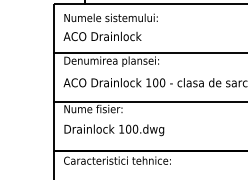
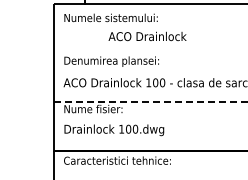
text at (102, 36) position: (102, 36) -> (147, 36)
line at (148, 52): present -> none
line at (150, 101): solid -> dashed
